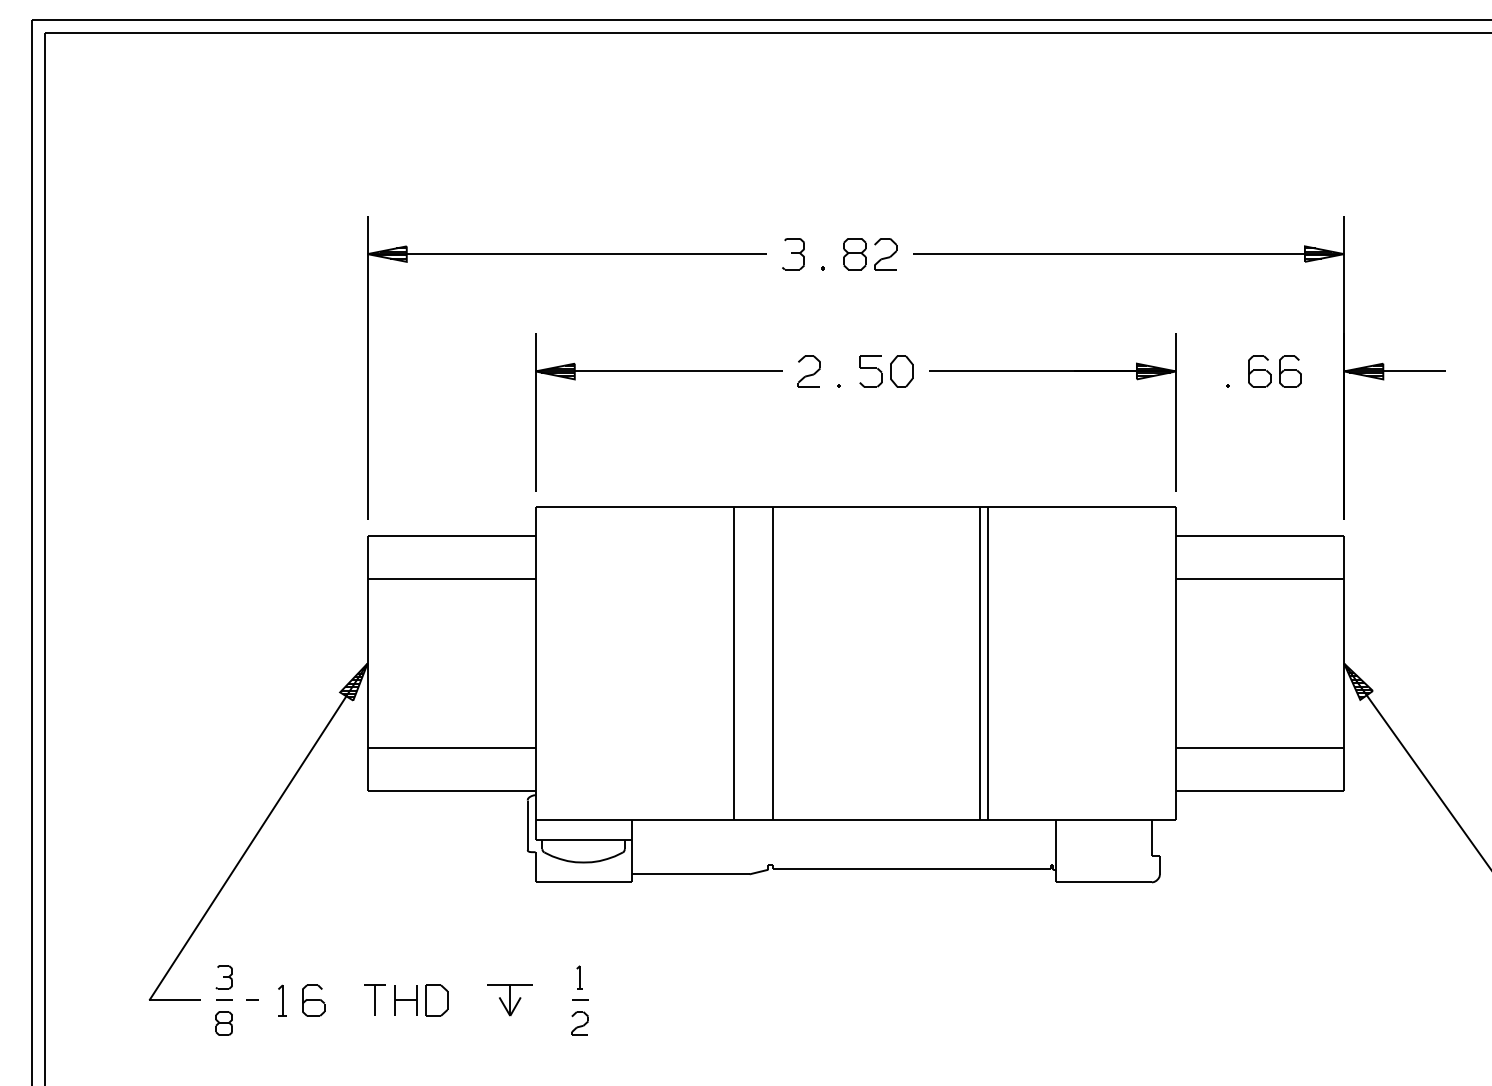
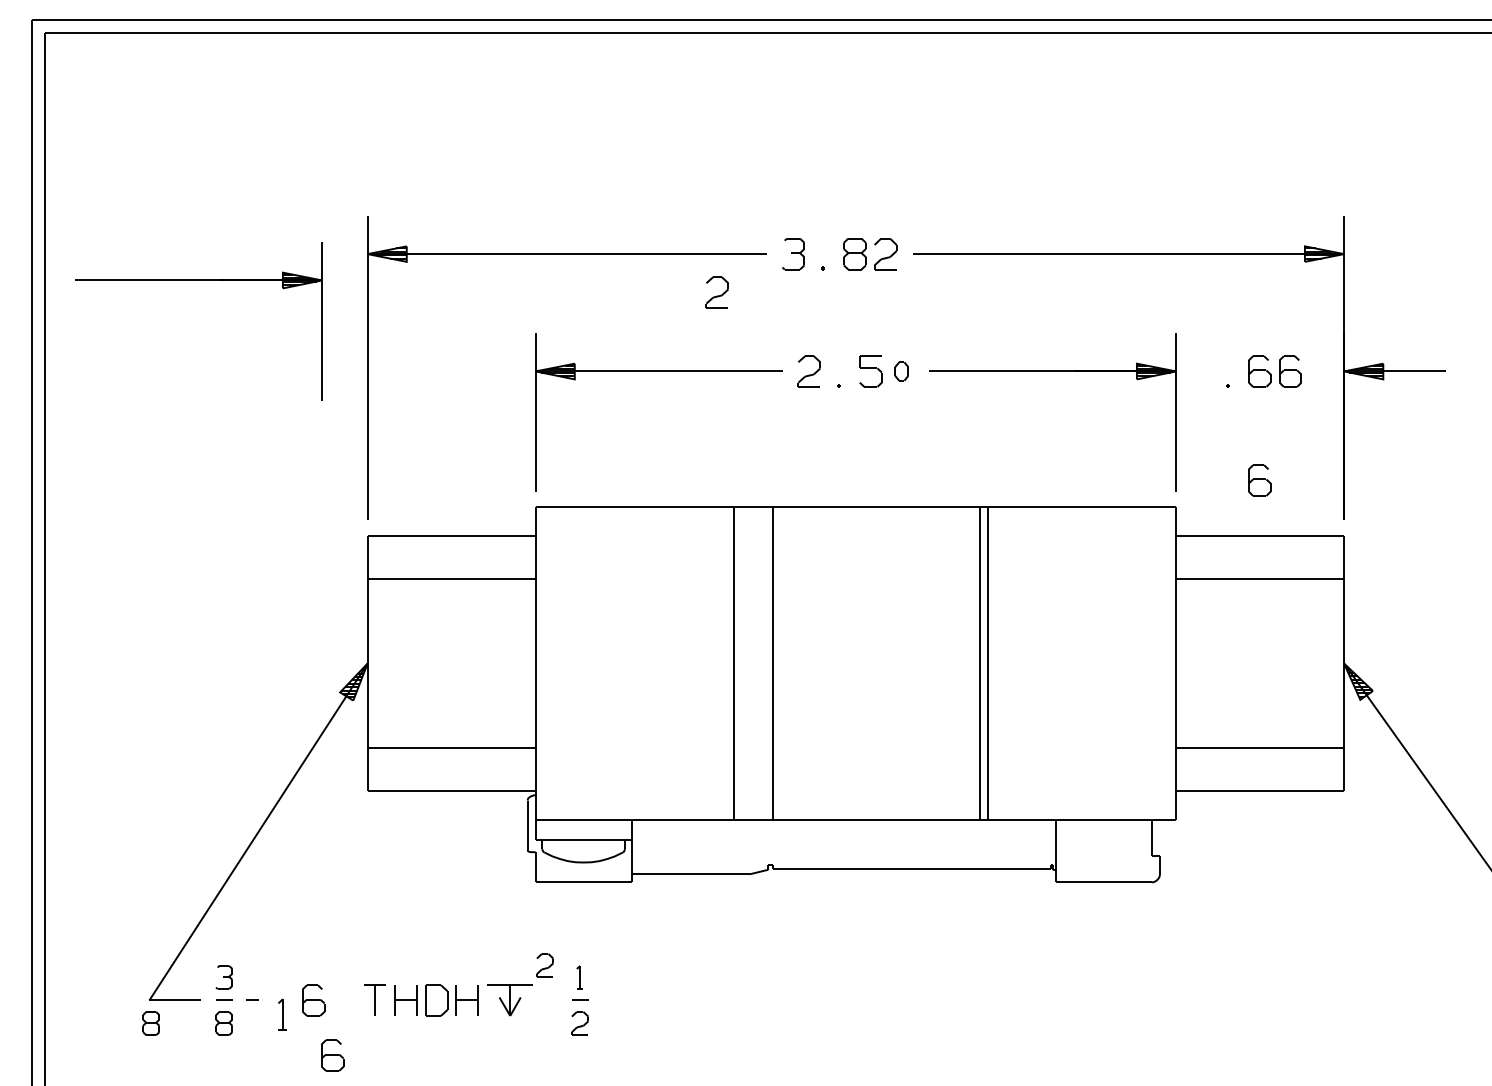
part at (198, 280): none -> present
part at (716, 292): none -> present
part at (901, 371) size: 24x33 px -> 15x21 px
part at (1259, 480): none -> present
part at (544, 965): none -> present
part at (282, 1000) position: (282, 1000) -> (282, 1014)
part at (466, 1000): none -> present
part at (150, 1023): none -> present
part at (332, 1055): none -> present
